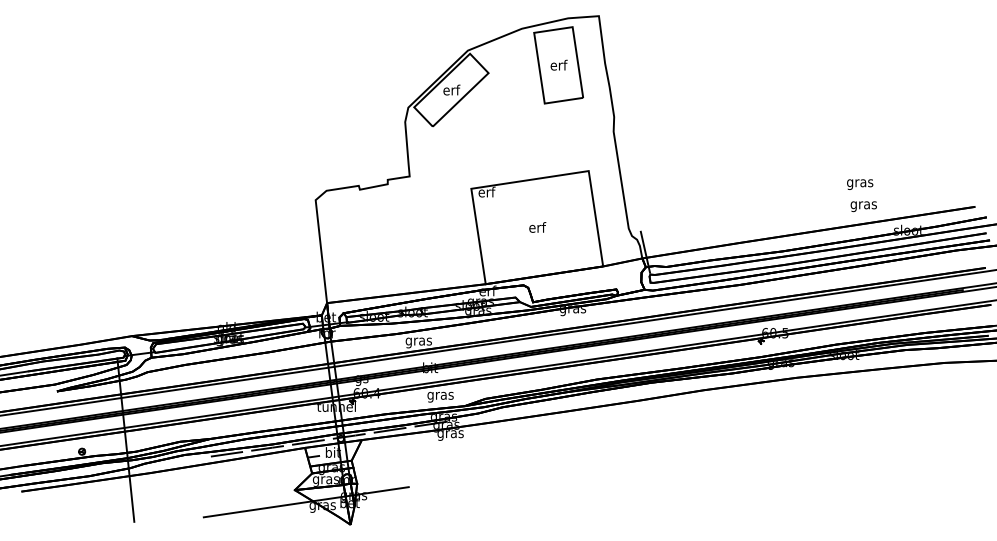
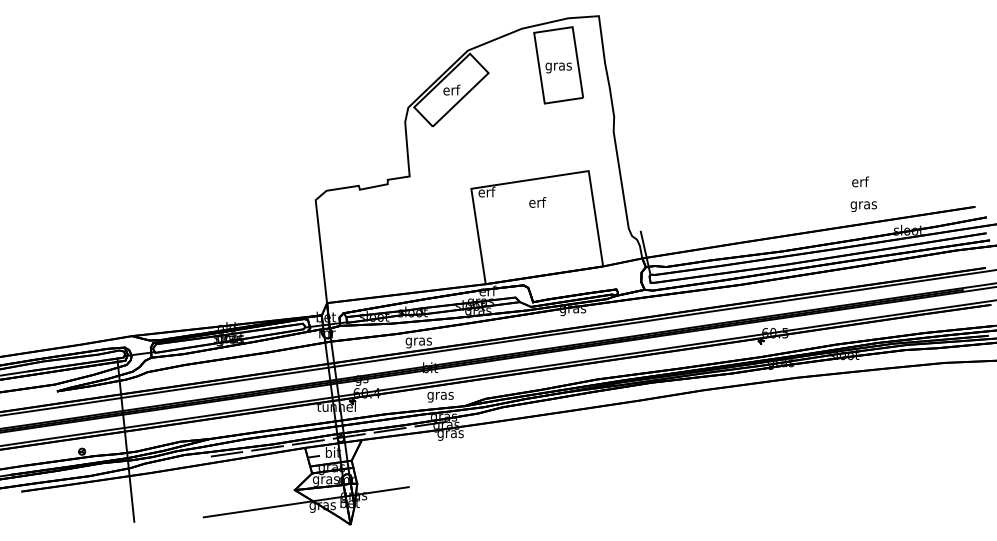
text at (558, 66): erf -> gras
text at (860, 182): gras -> erf
text at (537, 227) position: (537, 227) -> (537, 202)
